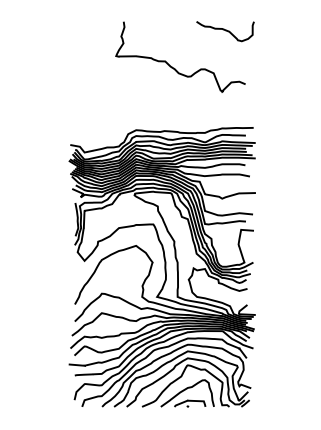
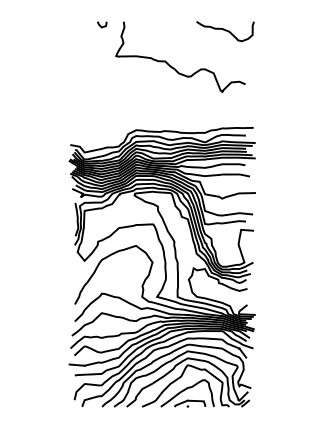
line at (101, 25): none -> present
